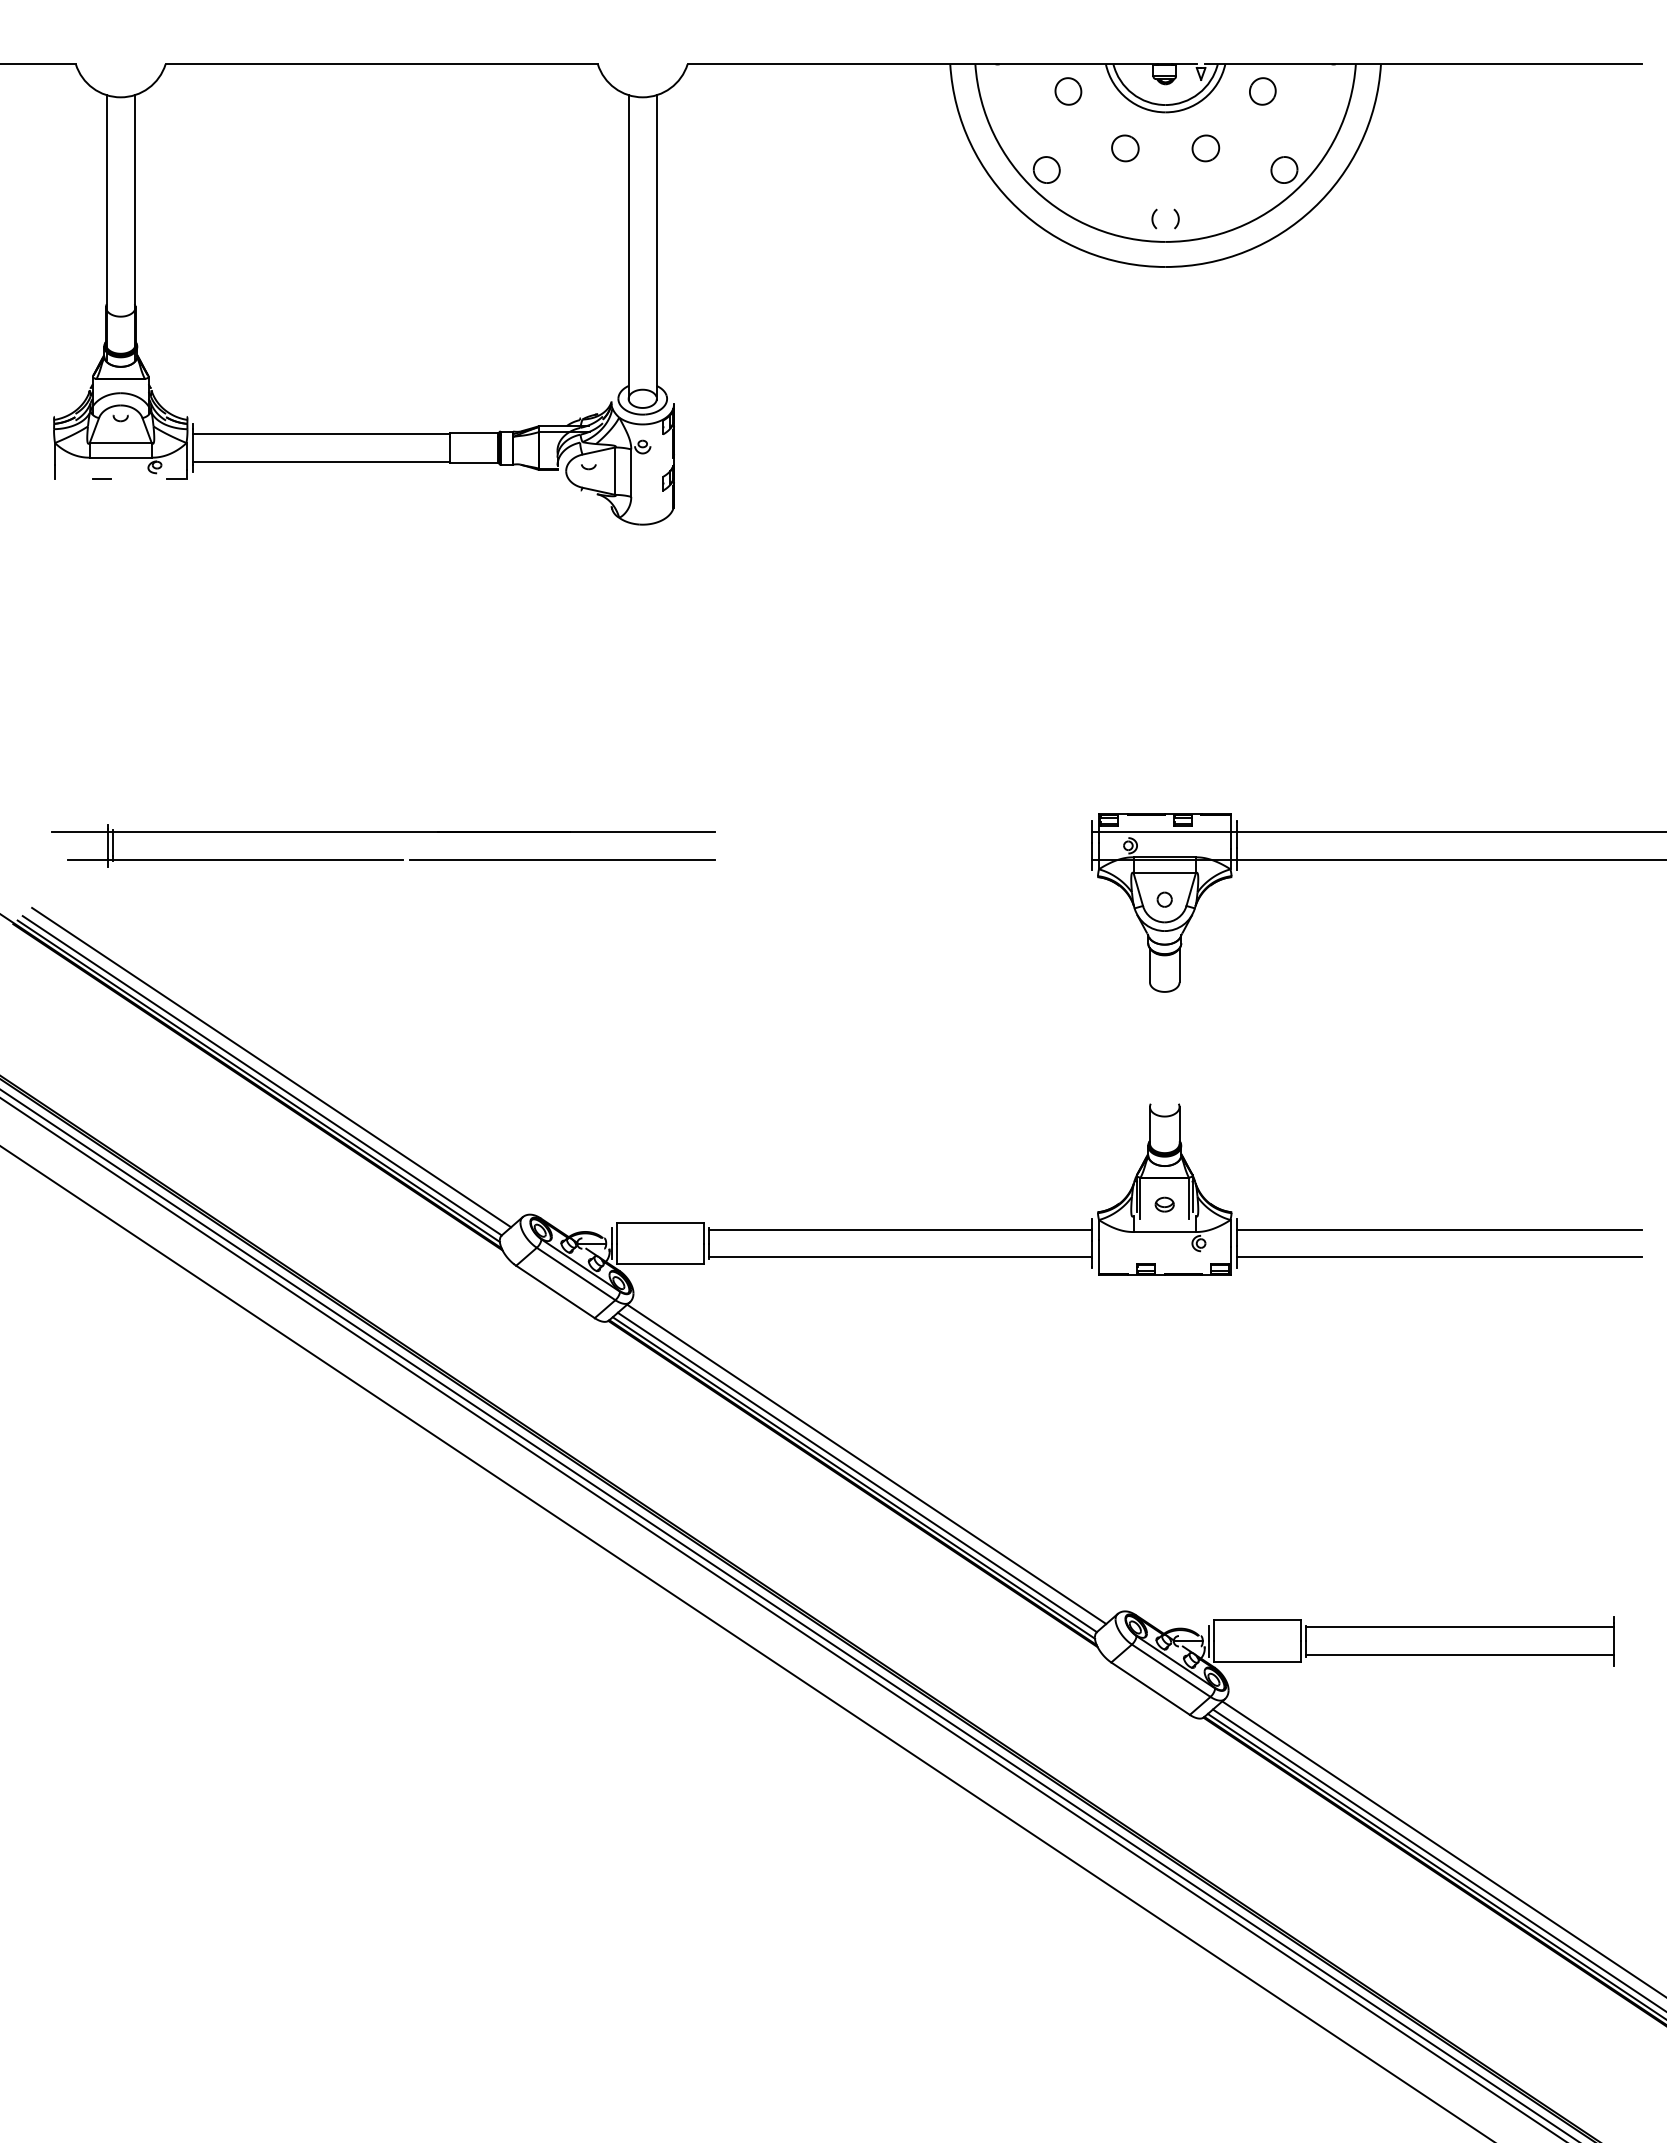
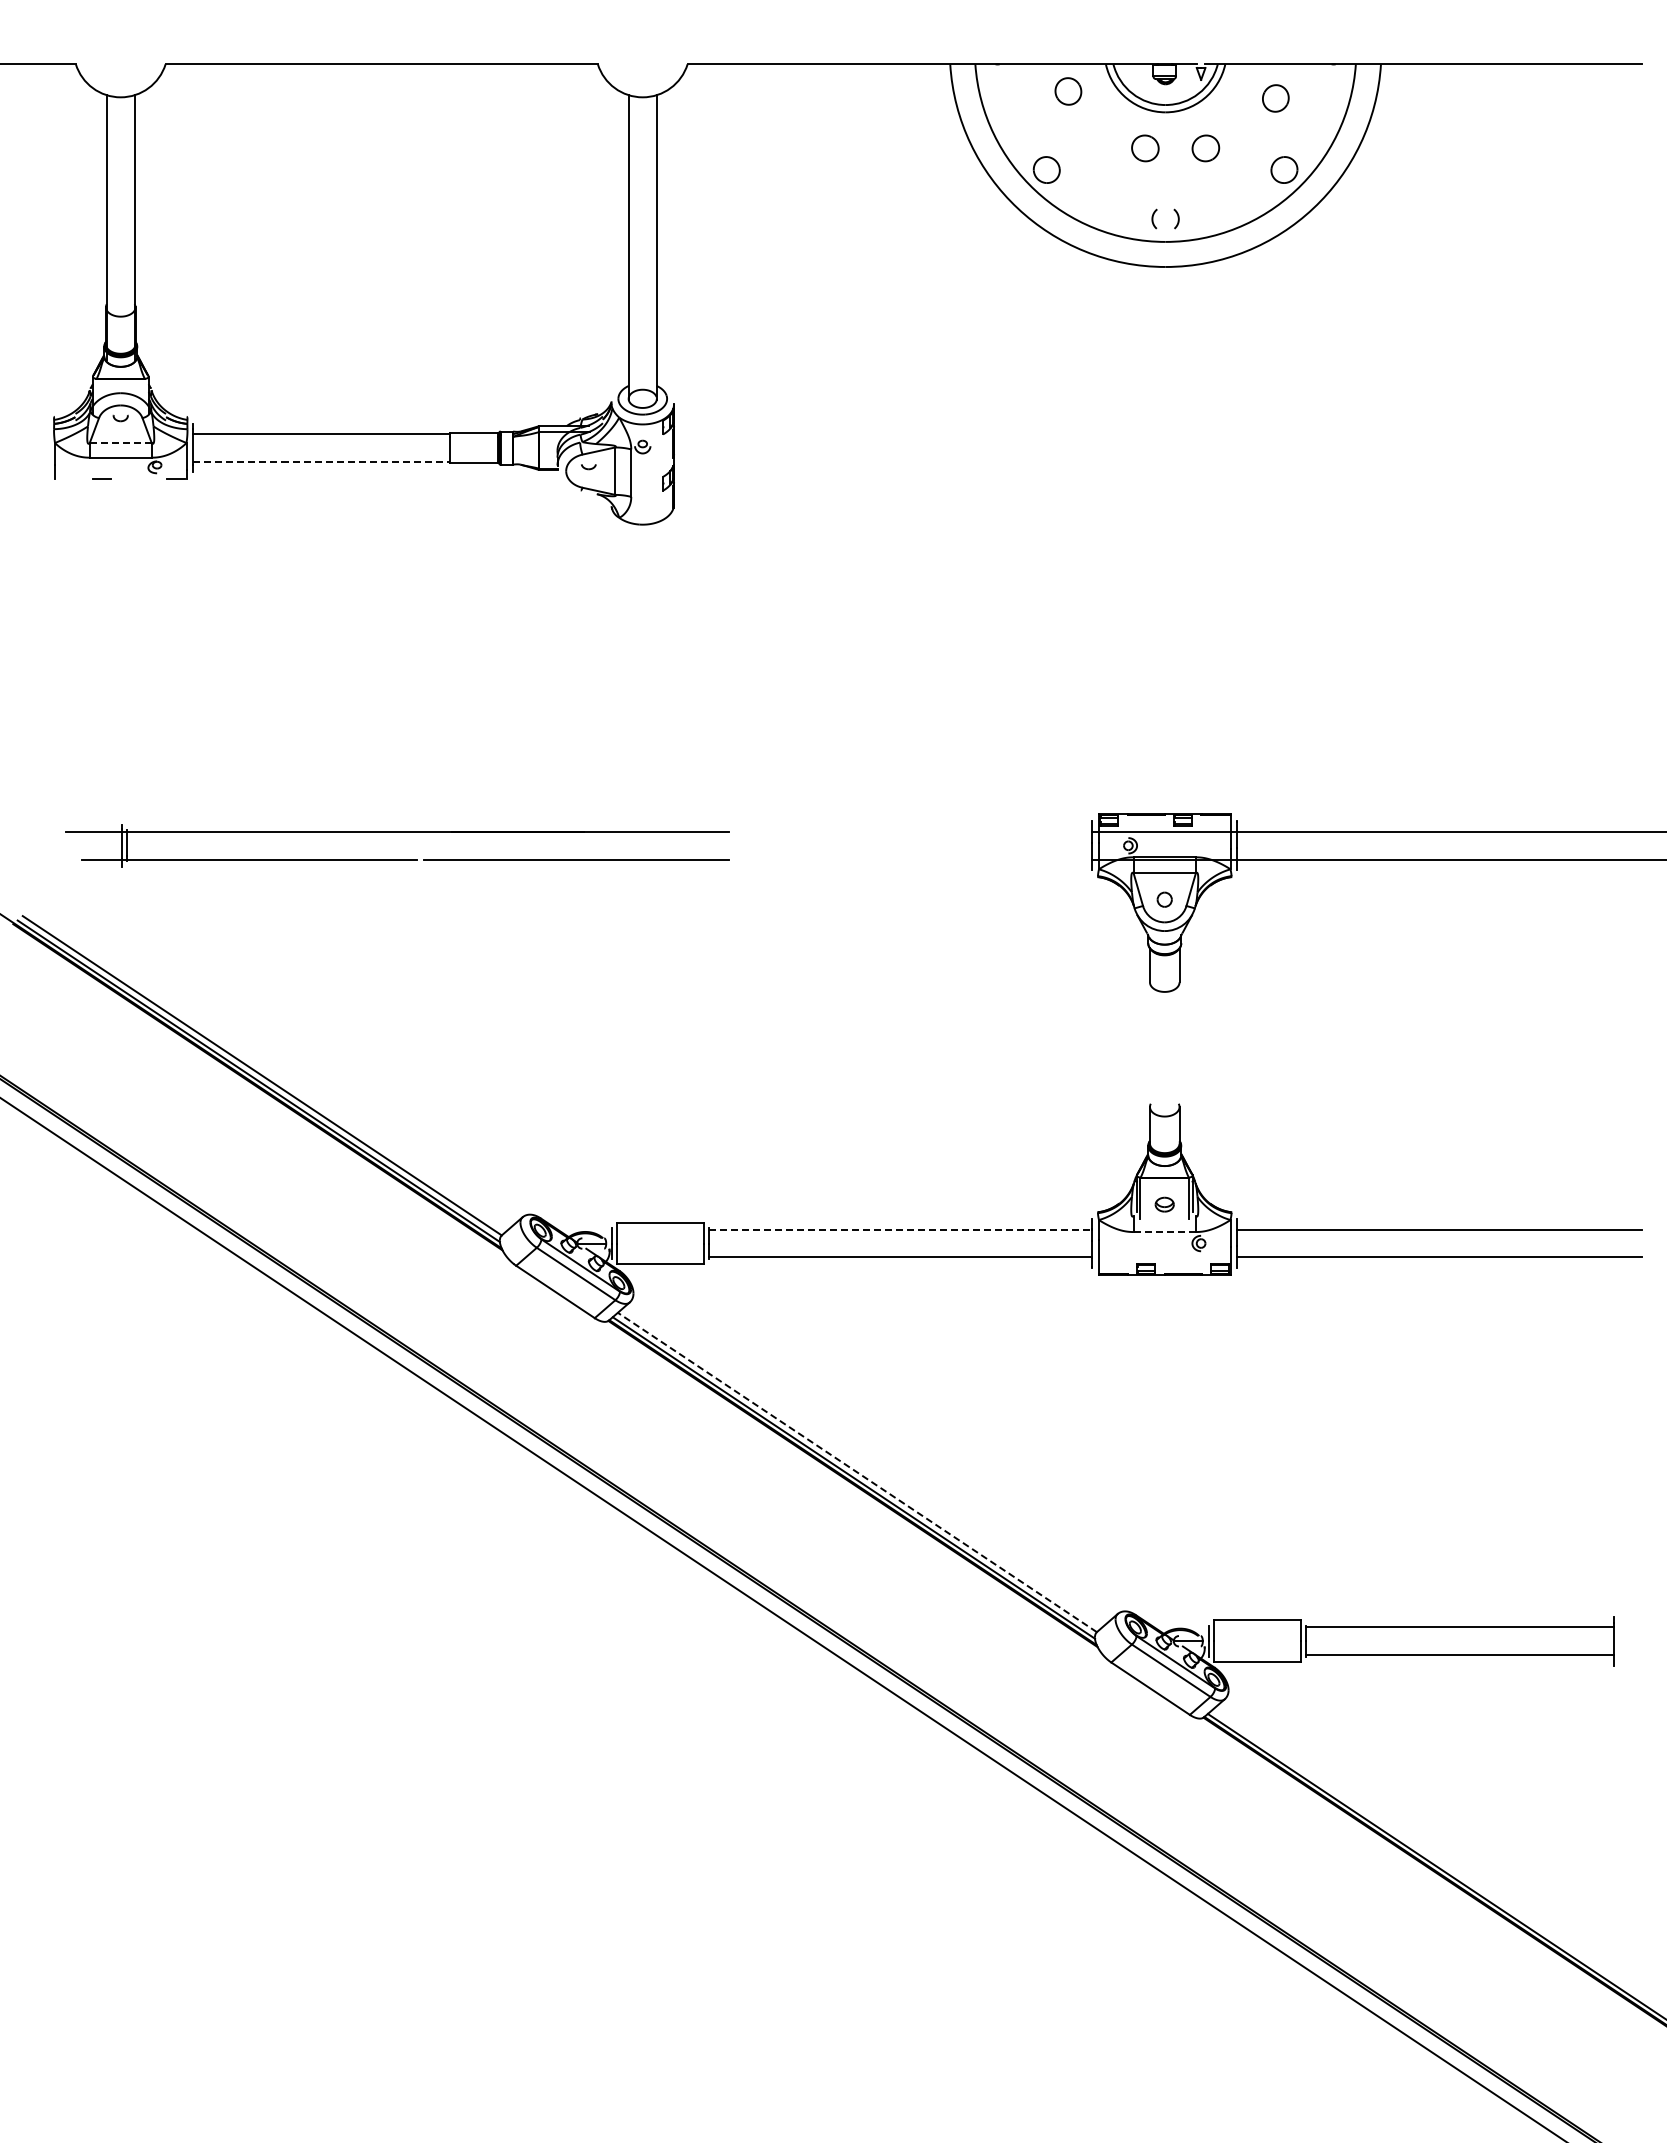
part at (1262, 91) position: (1262, 91) -> (1275, 98)
part at (1125, 148) position: (1125, 148) -> (1145, 148)
line at (121, 443): solid -> dashed
line at (322, 462): solid -> dashed
part at (383, 832) position: (383, 832) -> (397, 832)
line at (271, 1067): present -> none
line at (901, 1229): solid -> dashed
line at (1164, 1232): solid -> dashed
line at (866, 1464): present -> none
line at (857, 1472): solid -> dashed
line at (788, 1615): present -> none
line at (746, 1643): present -> none
line at (1442, 1848): present -> none
line at (1437, 1859): present -> none
